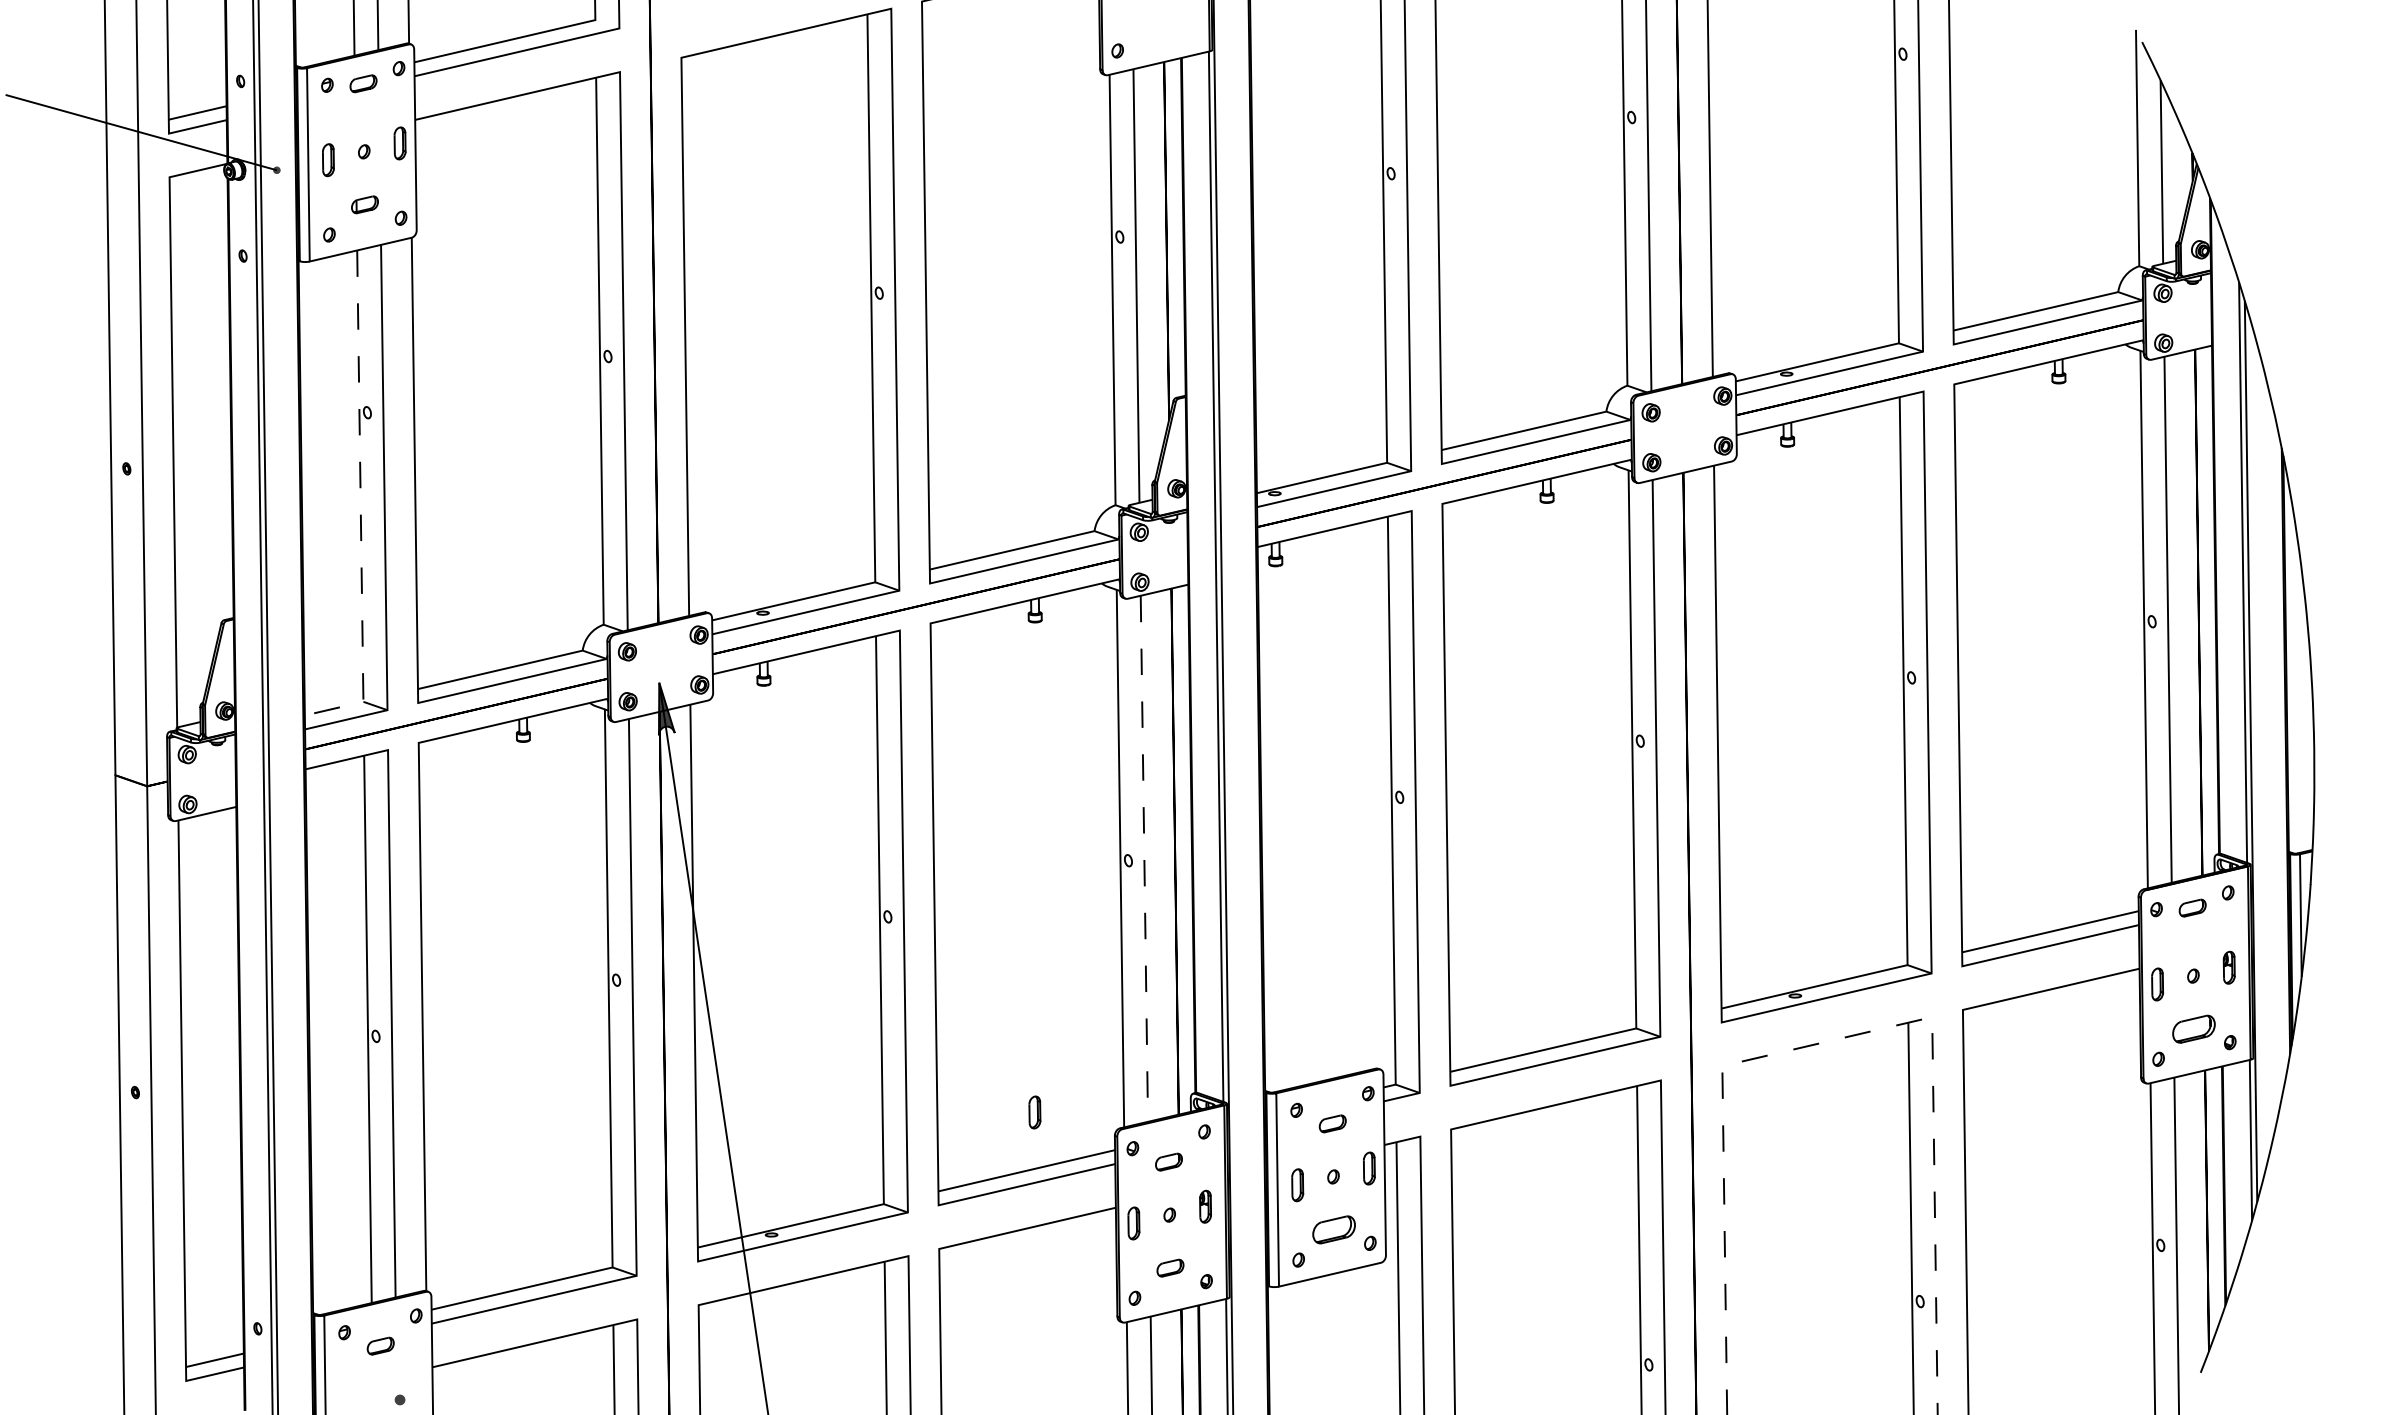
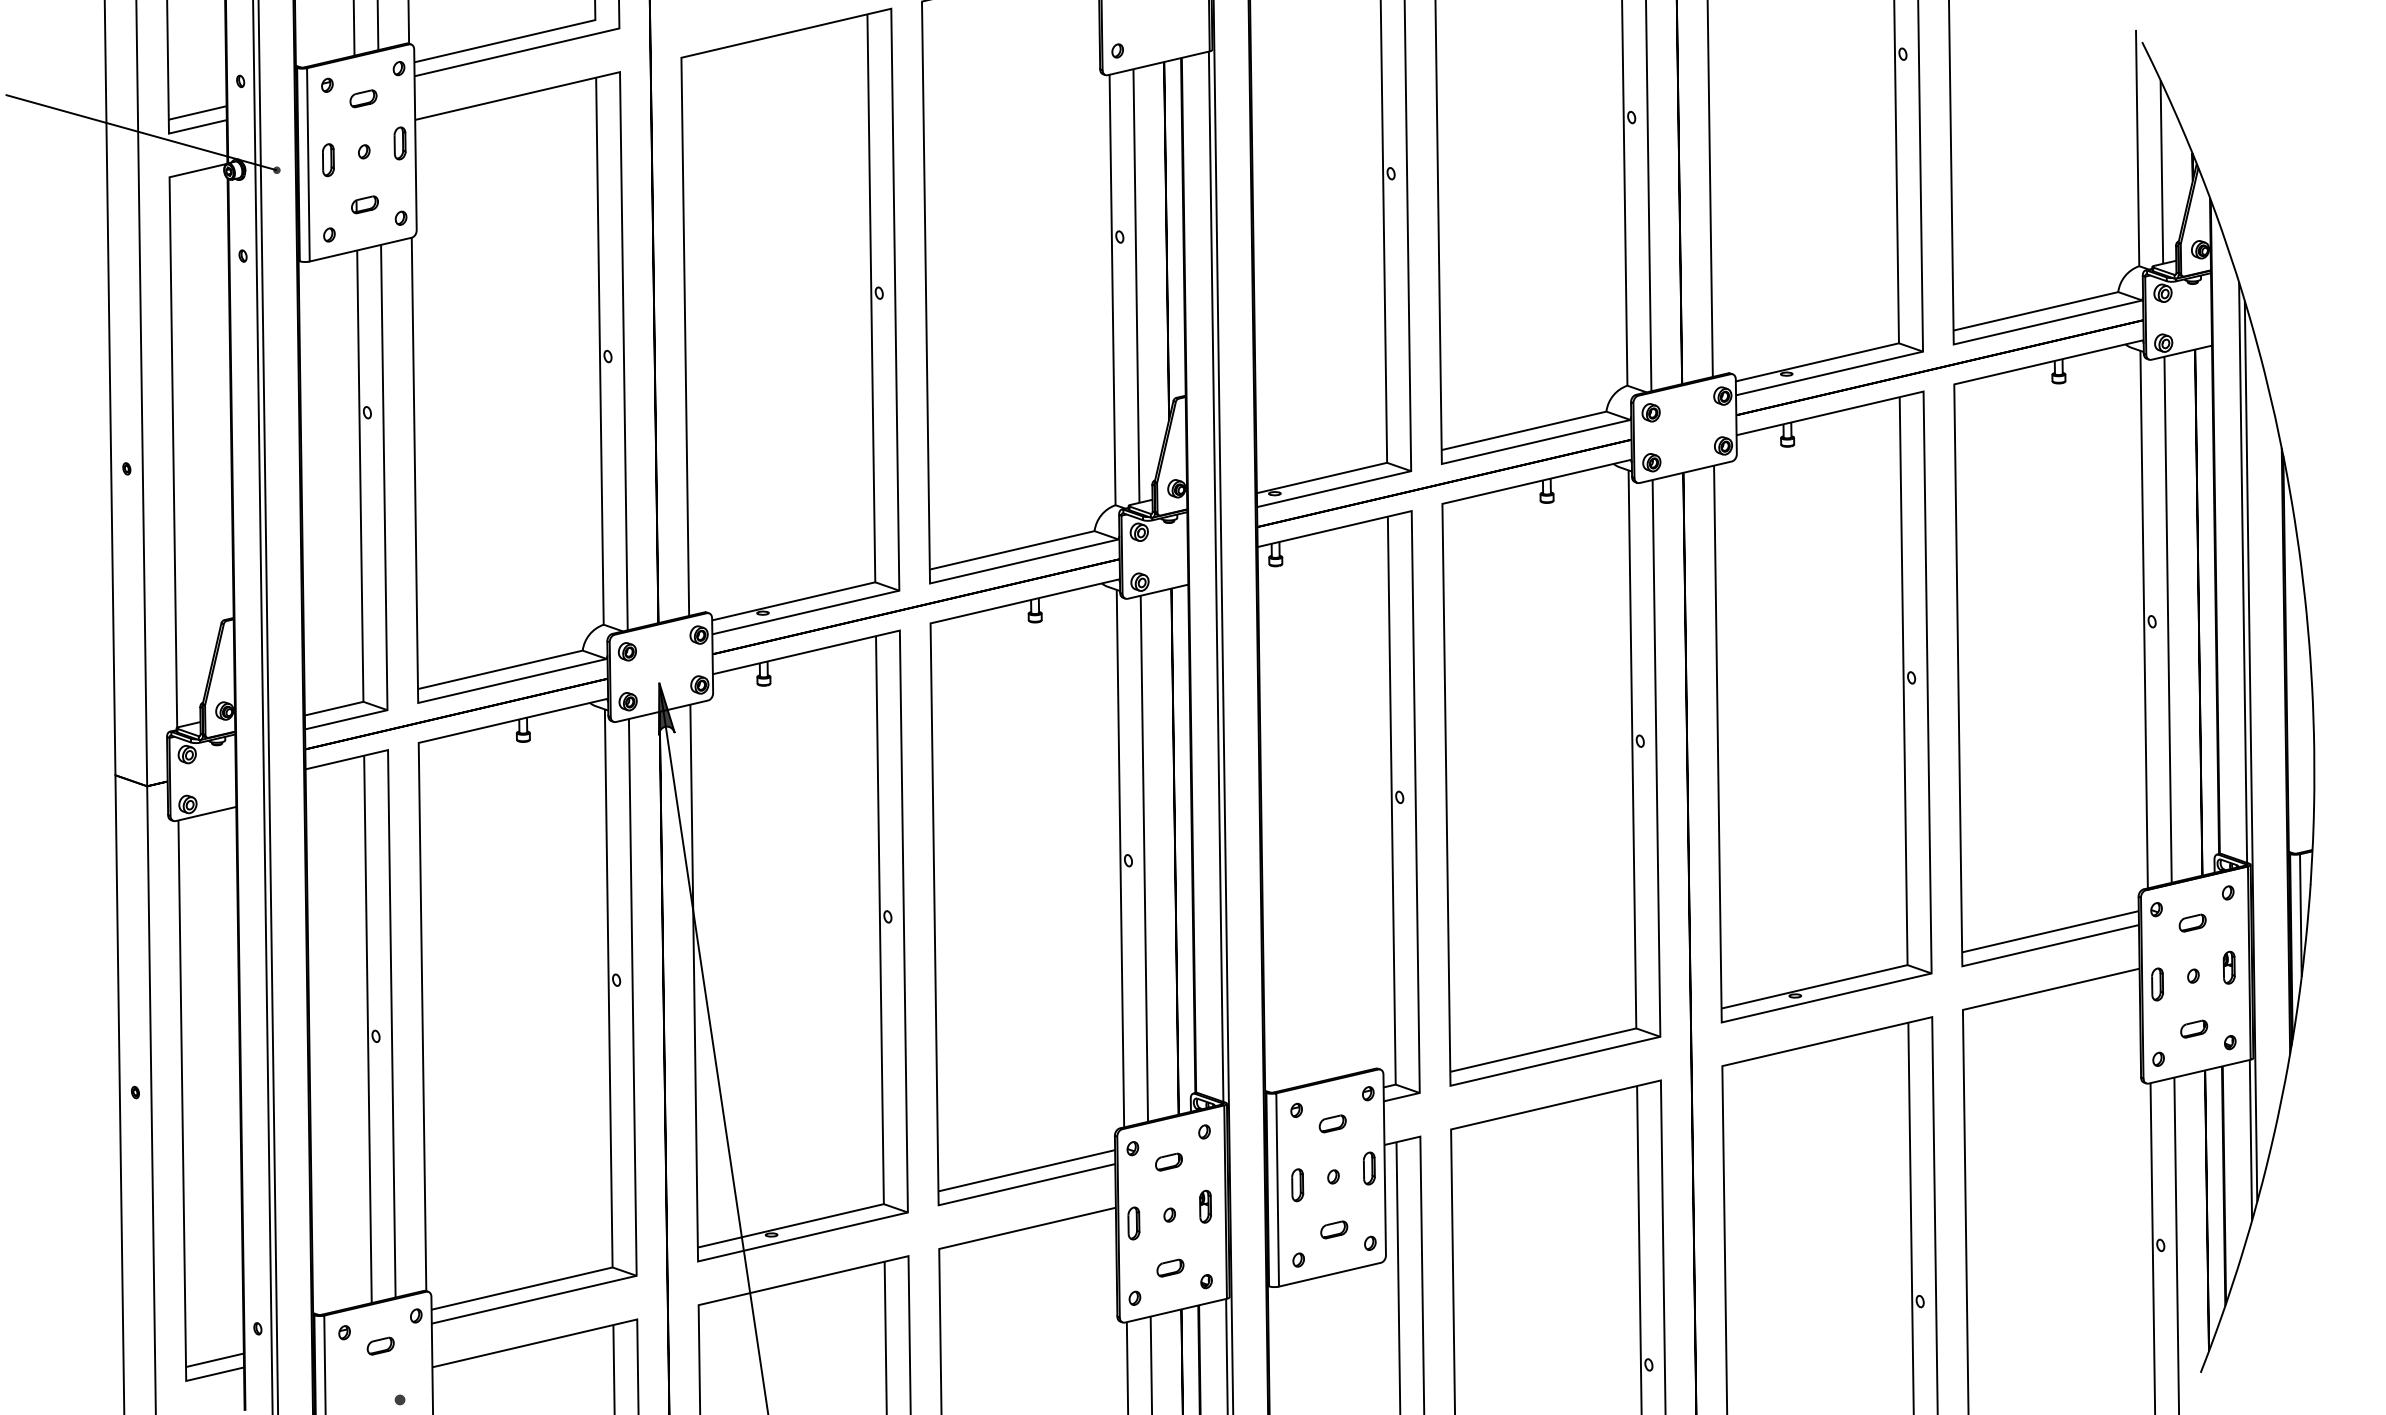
part at (363, 83) position: (363, 83) -> (363, 98)
line at (360, 507): dashed -> solid
line at (1144, 859): dashed -> solid
part at (2192, 907) position: (2192, 907) -> (2192, 922)
part at (2193, 1028) size: 44x30 px -> 29x20 px
line at (1850, 1036): dashed -> solid
part at (1034, 1112): present -> none
part at (1333, 1229) size: 44x30 px -> 29x20 px
